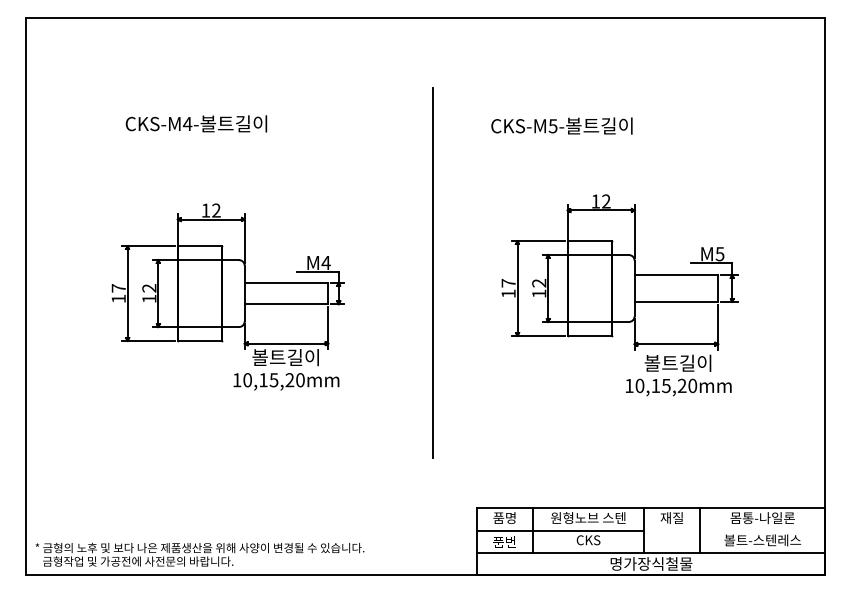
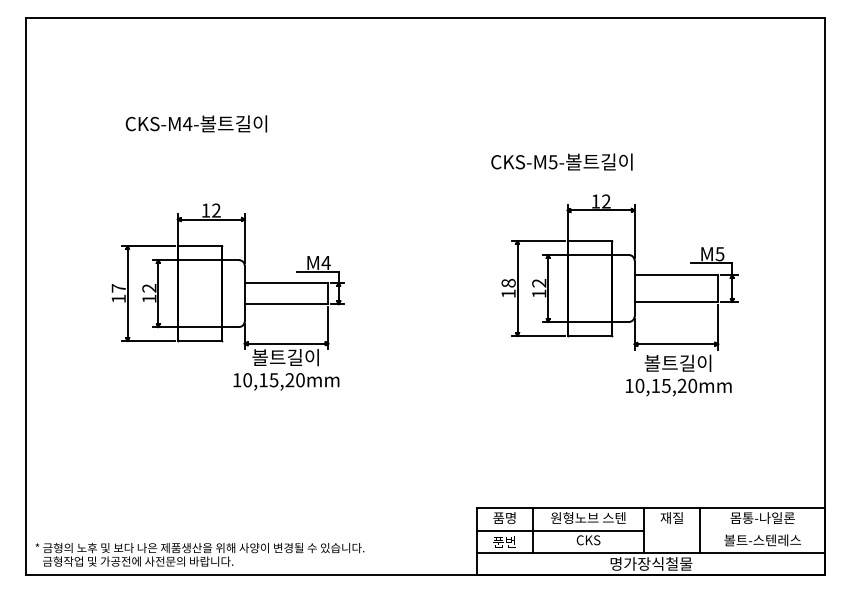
text at (561, 125) position: (561, 125) -> (561, 161)
line at (433, 272): present -> none
text at (508, 282): 17 -> 18
